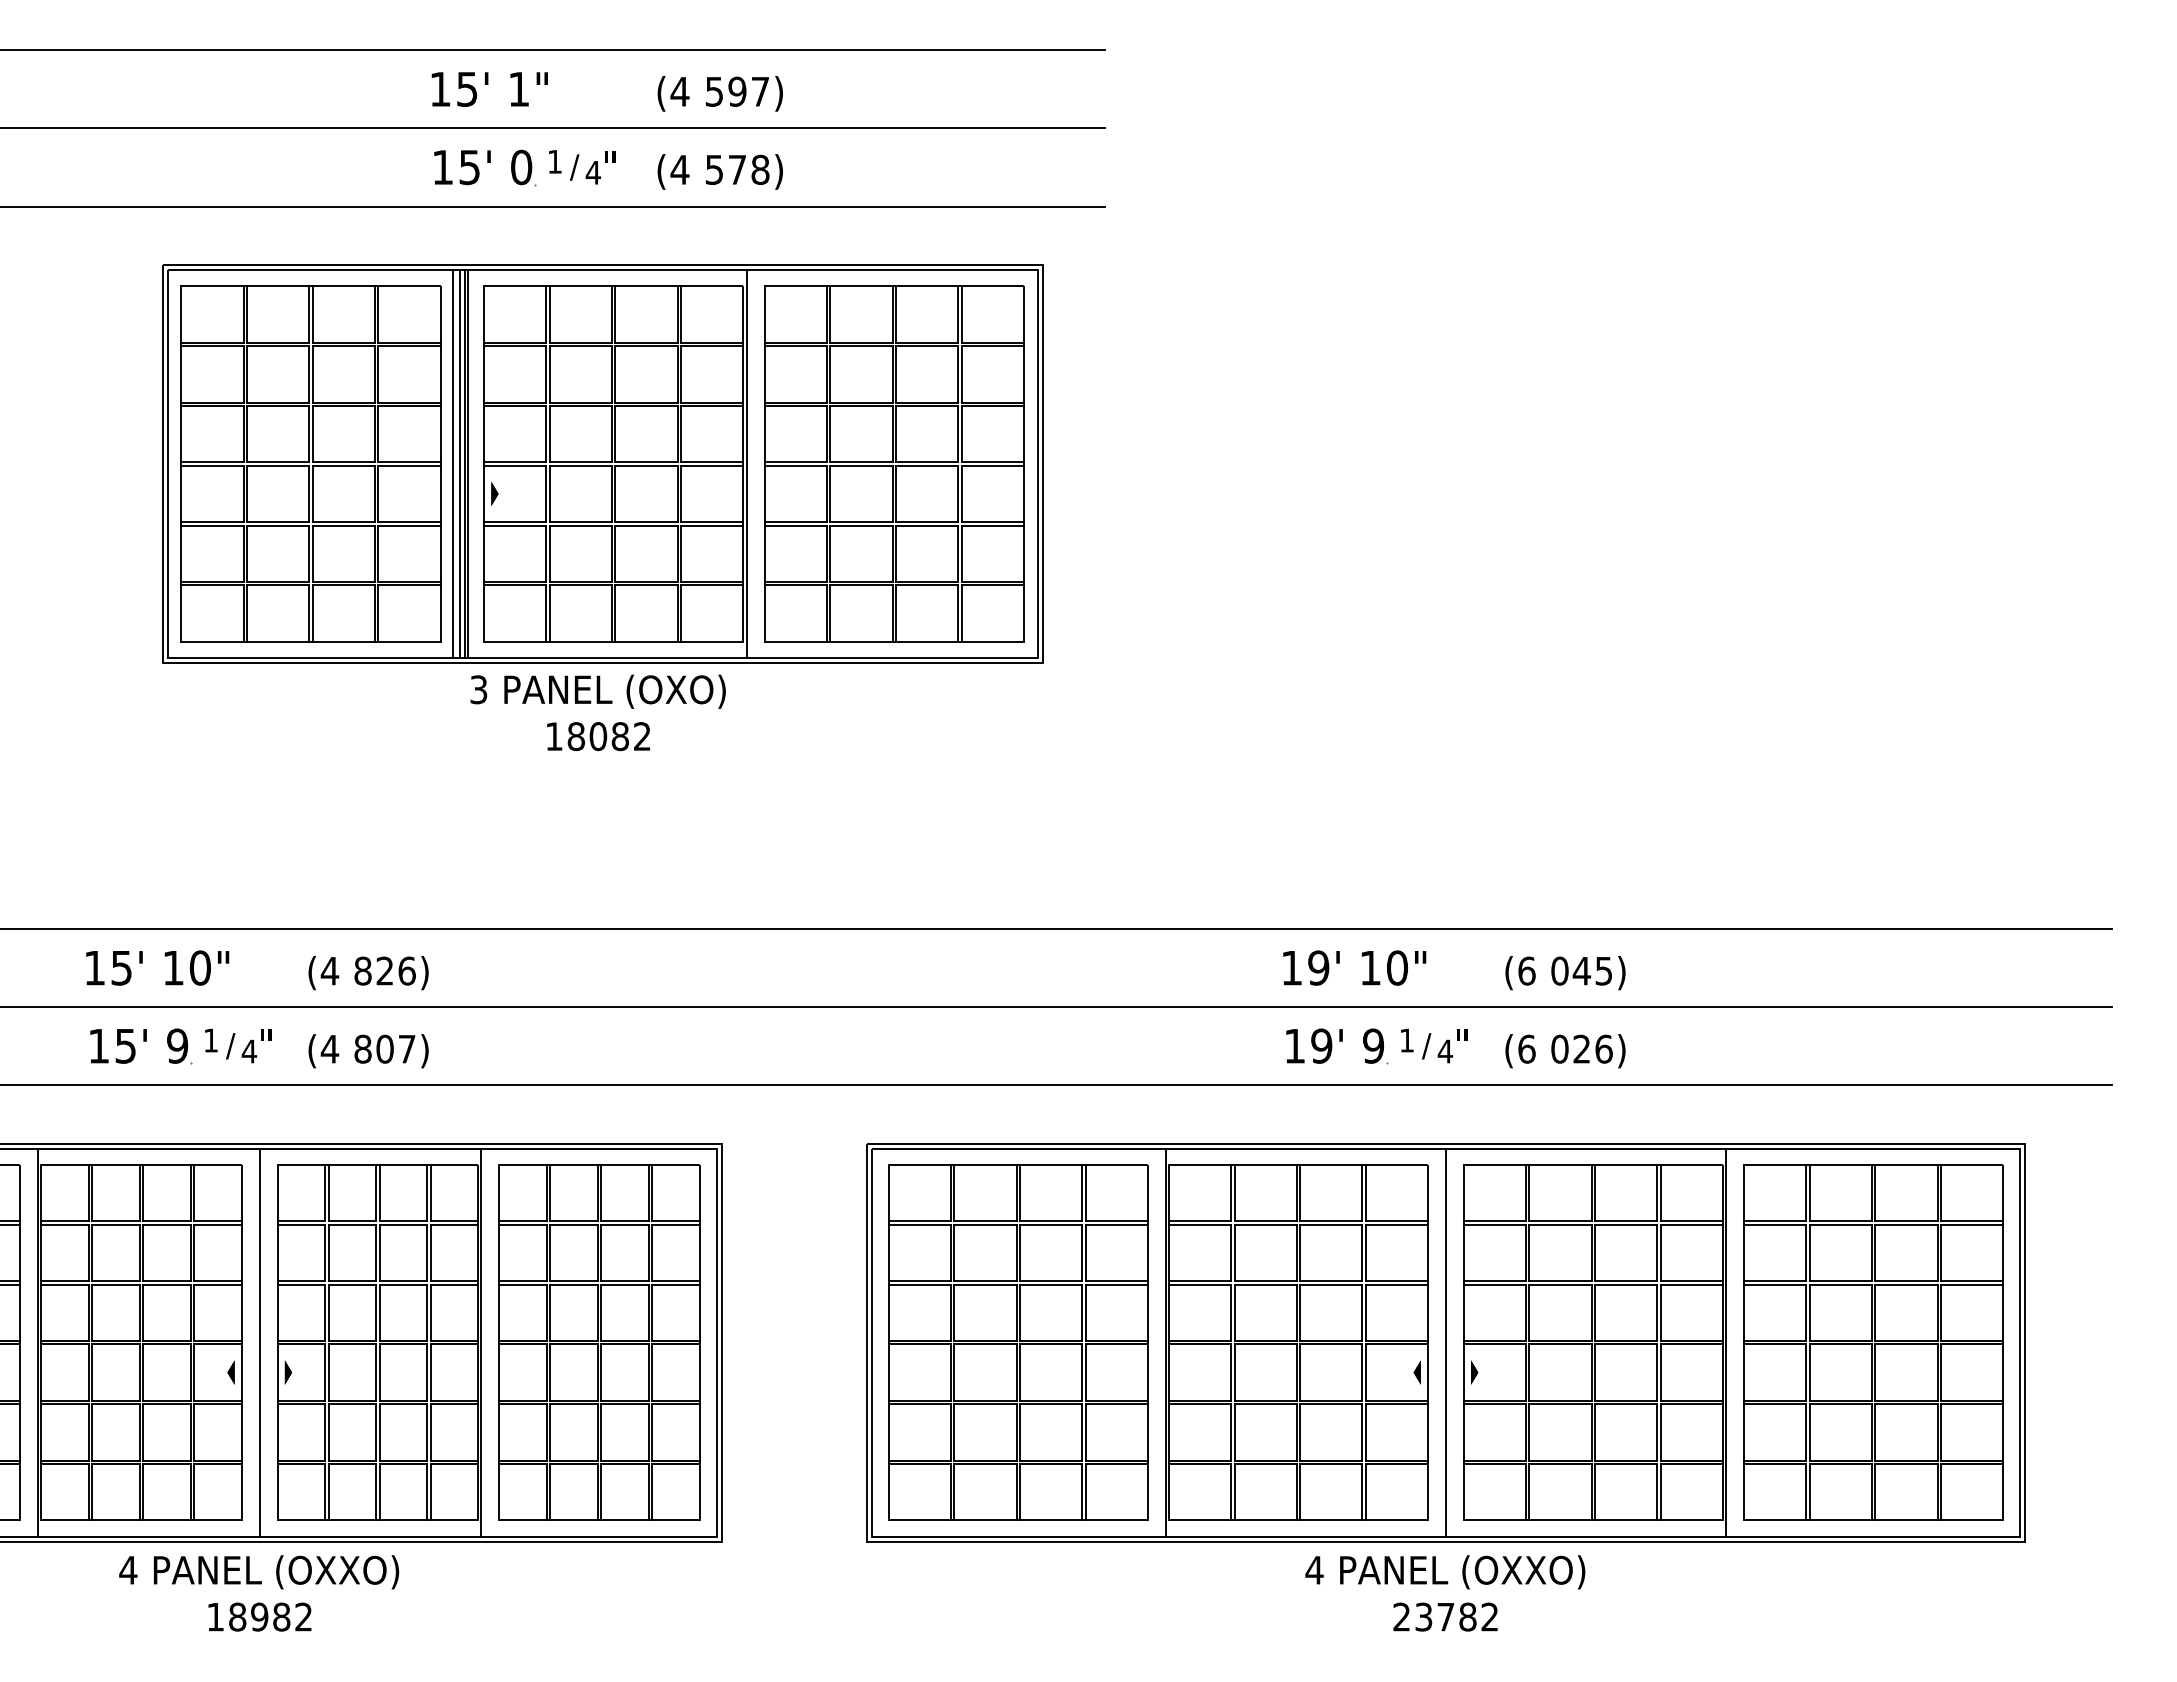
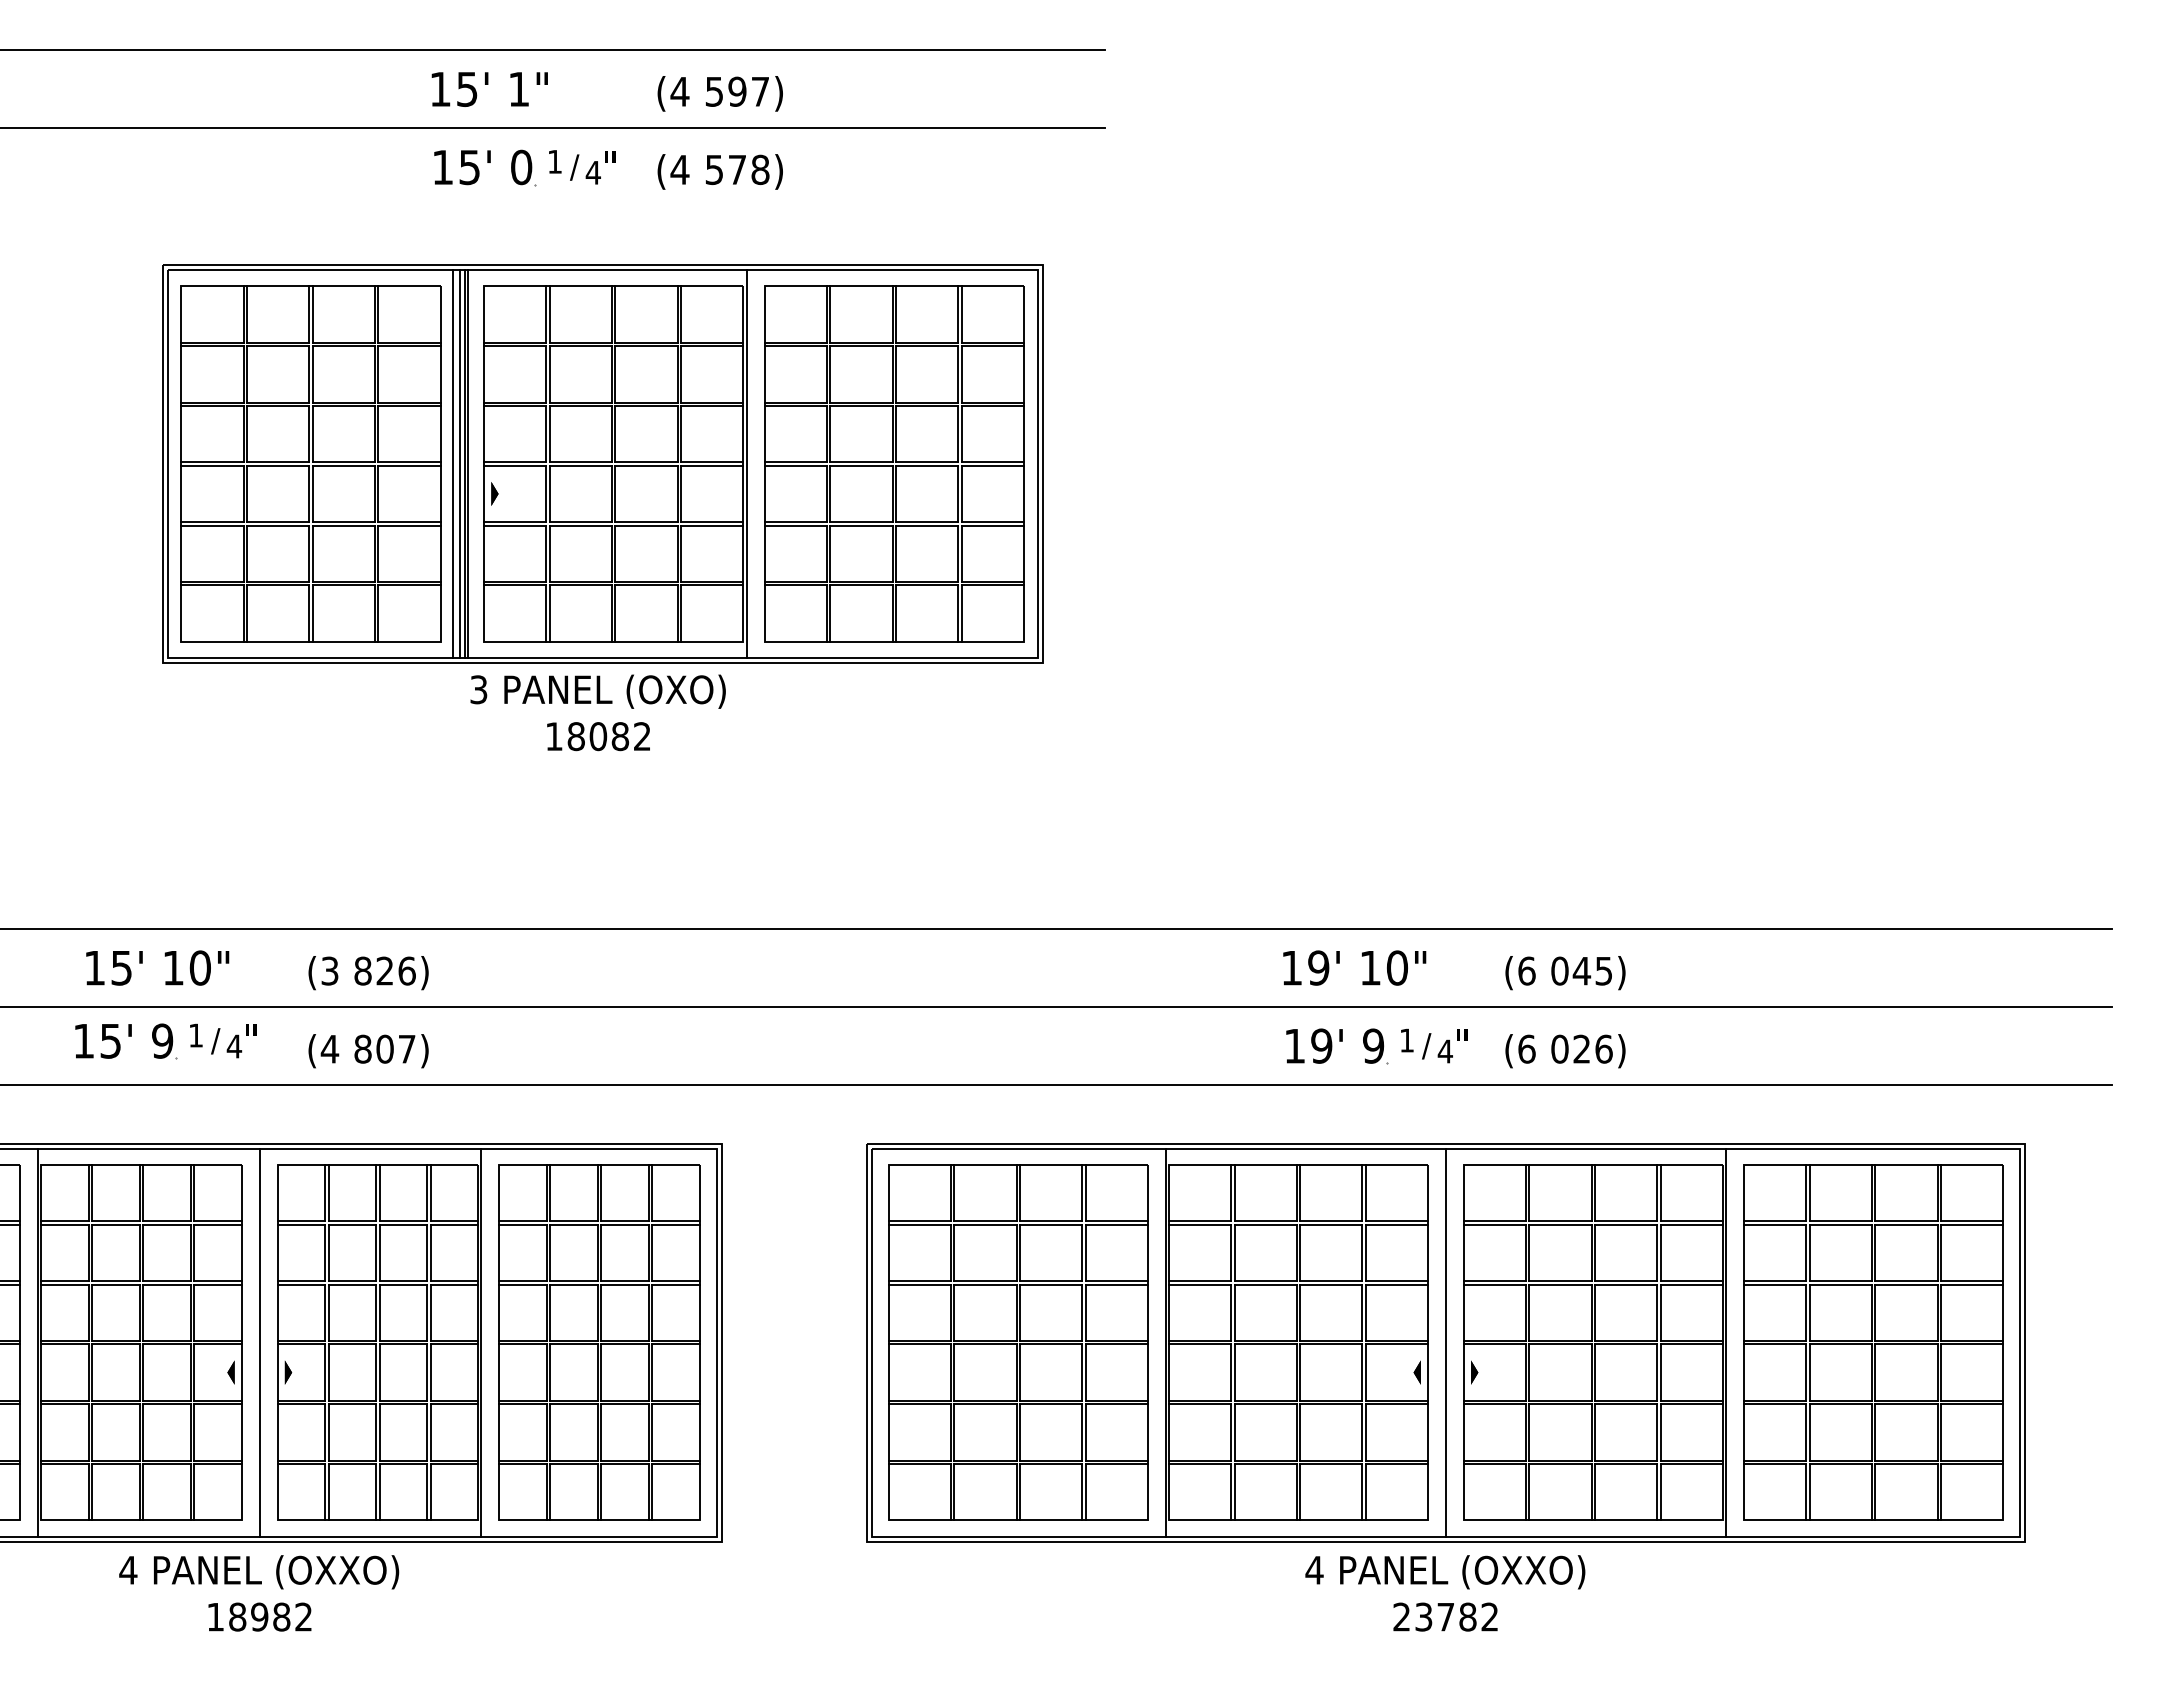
line at (553, 206): present -> none
text at (329, 970): (4 -> (3
part at (180, 1046) position: (180, 1046) -> (165, 1041)
